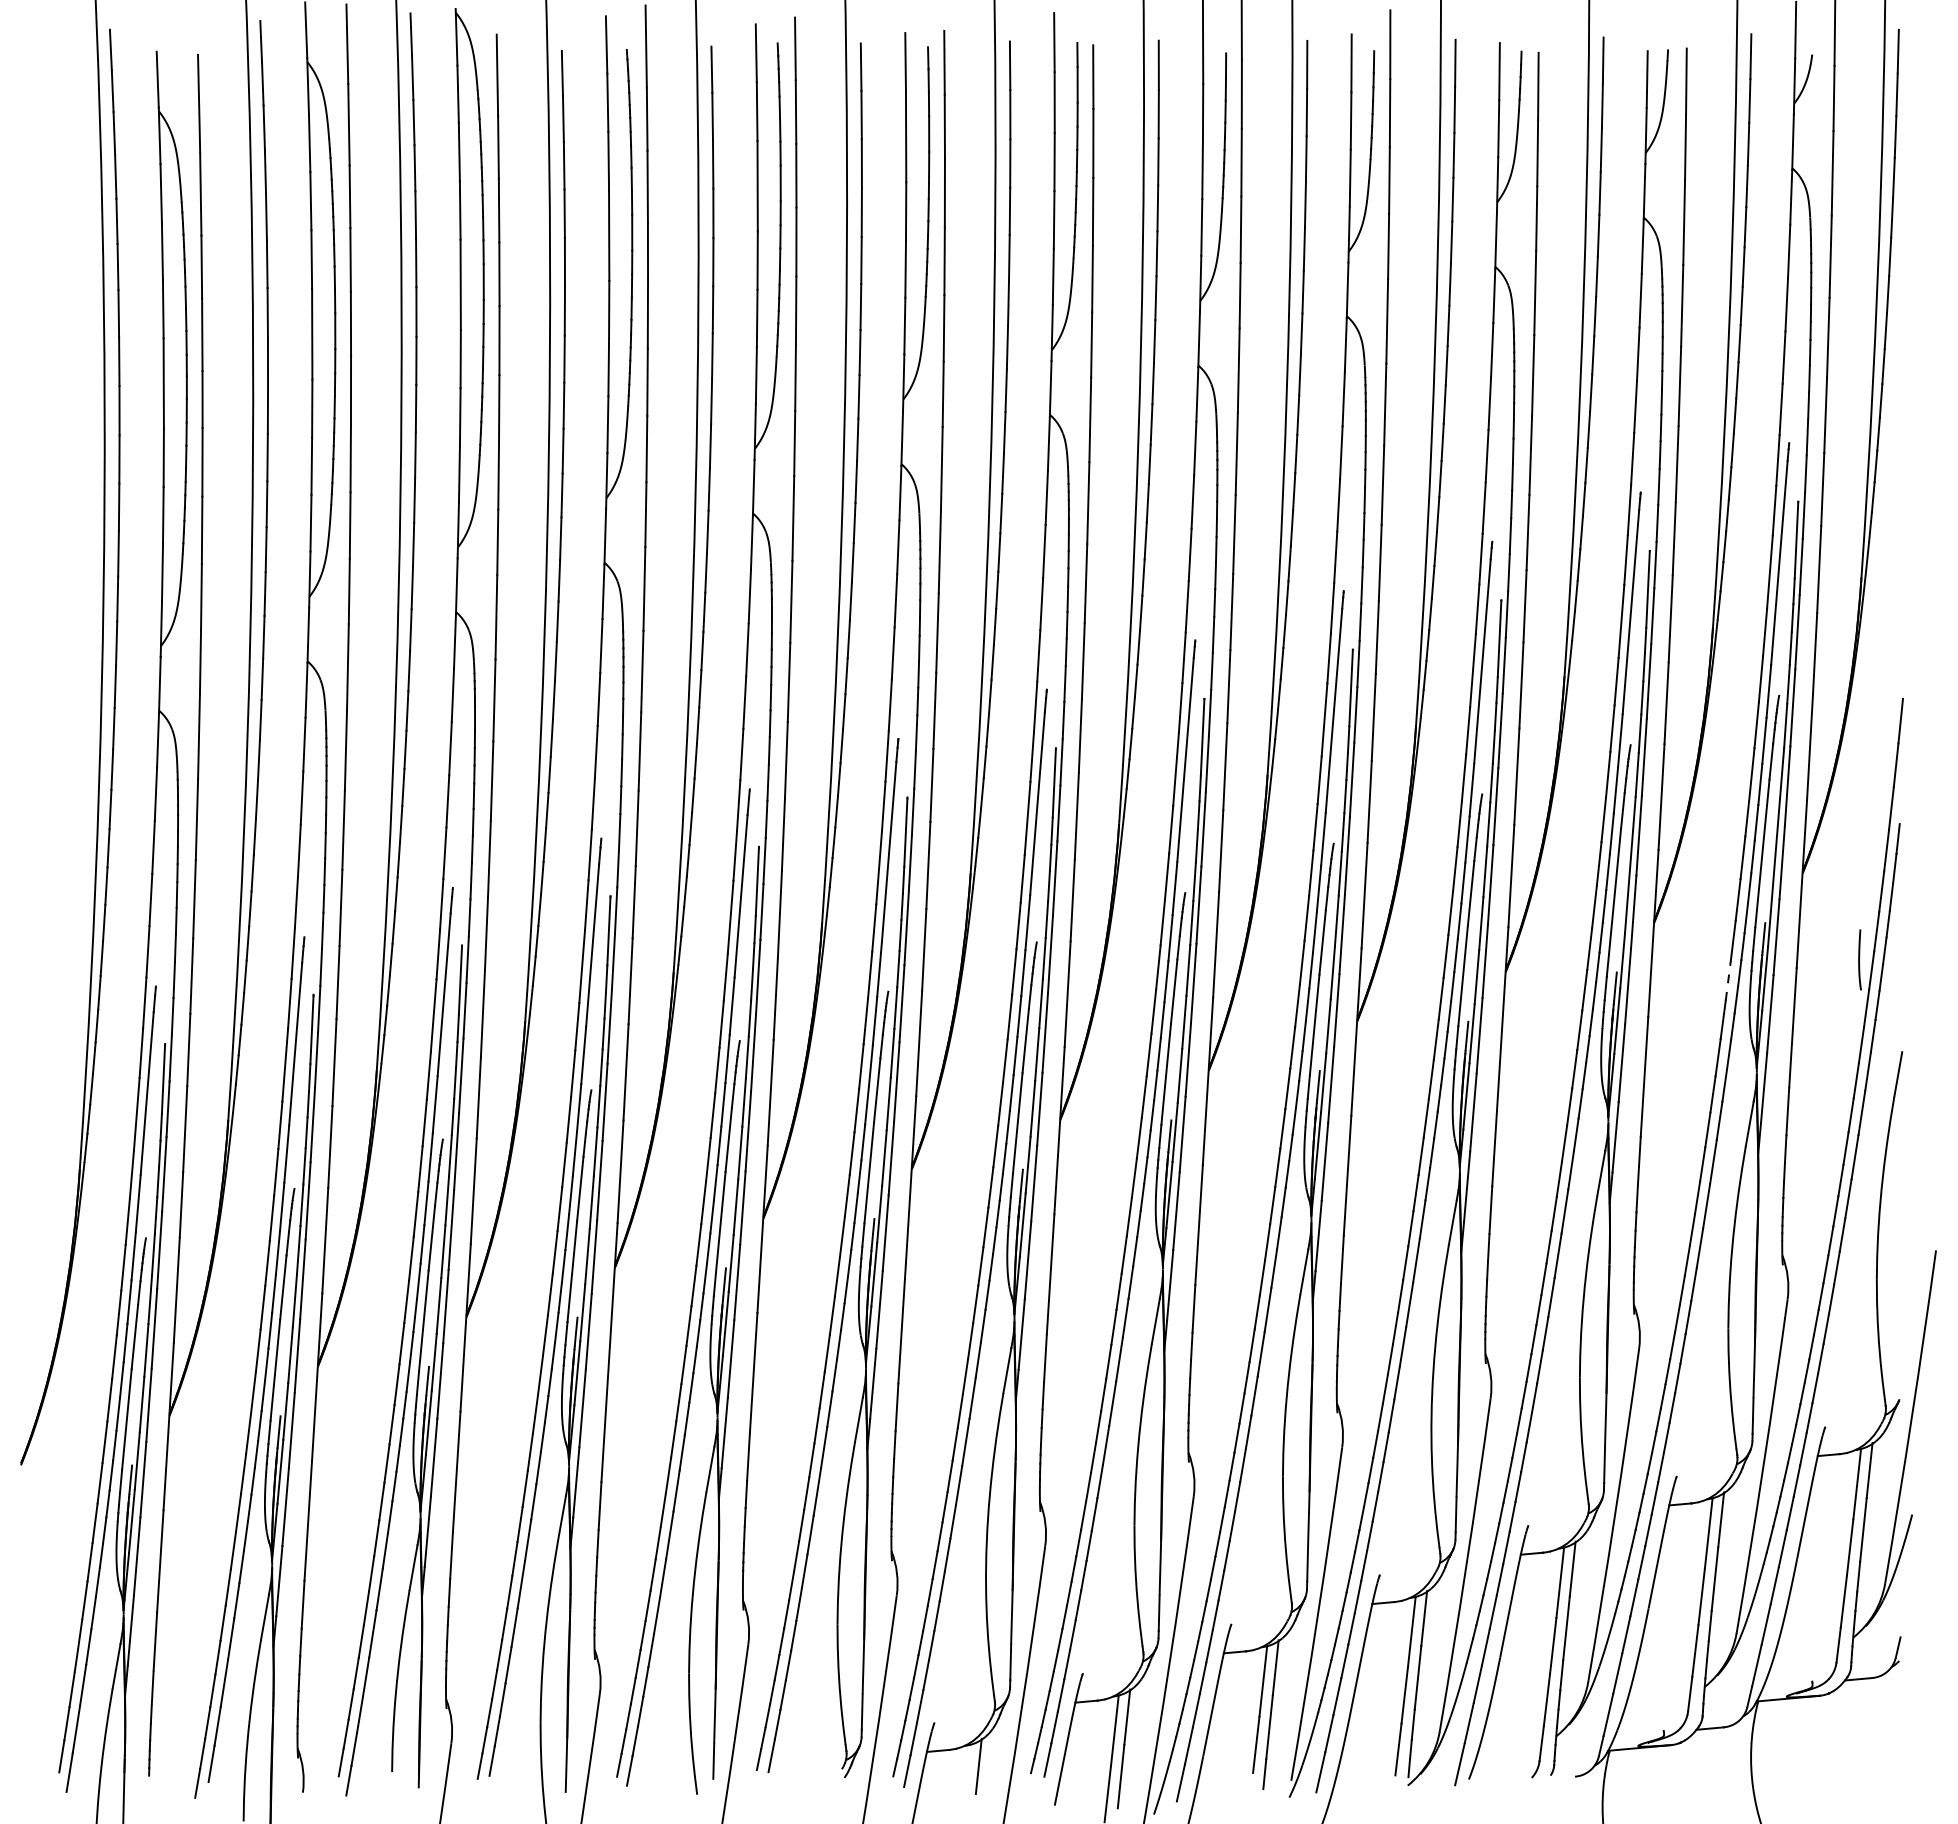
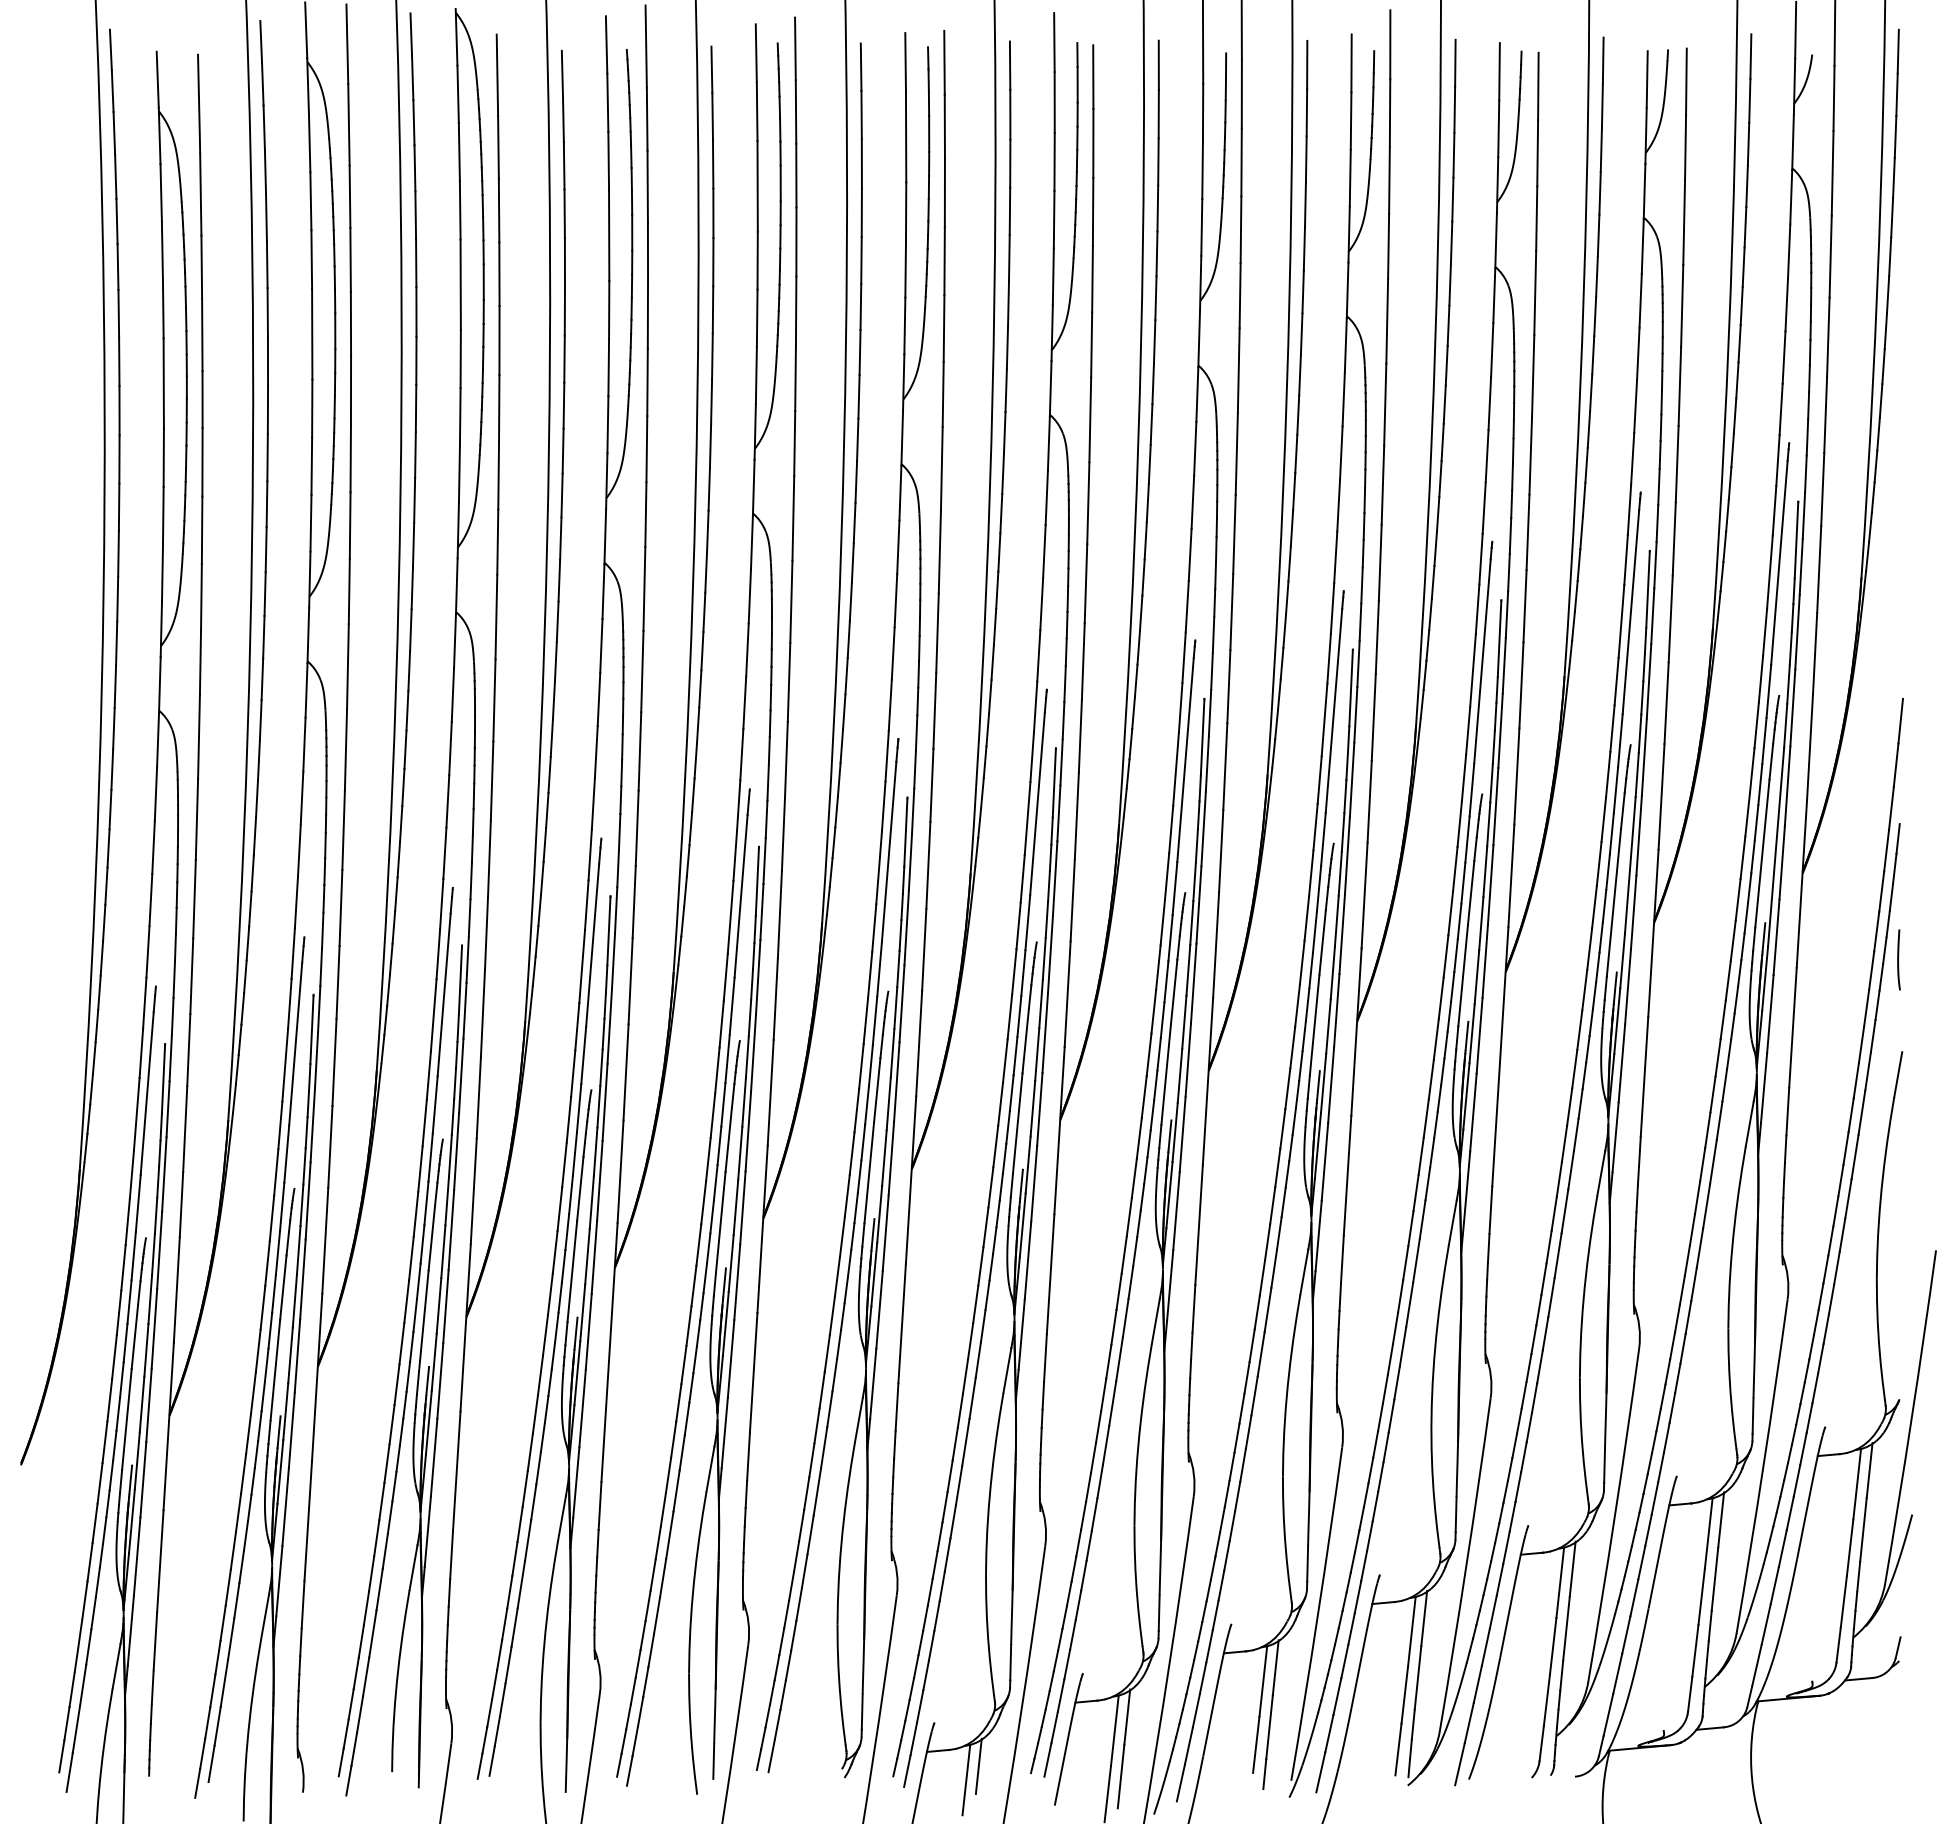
line at (1859, 959) position: (1859, 959) -> (1898, 959)
line at (1728, 980): dashed -> solid
line at (966, 1779): none -> present
